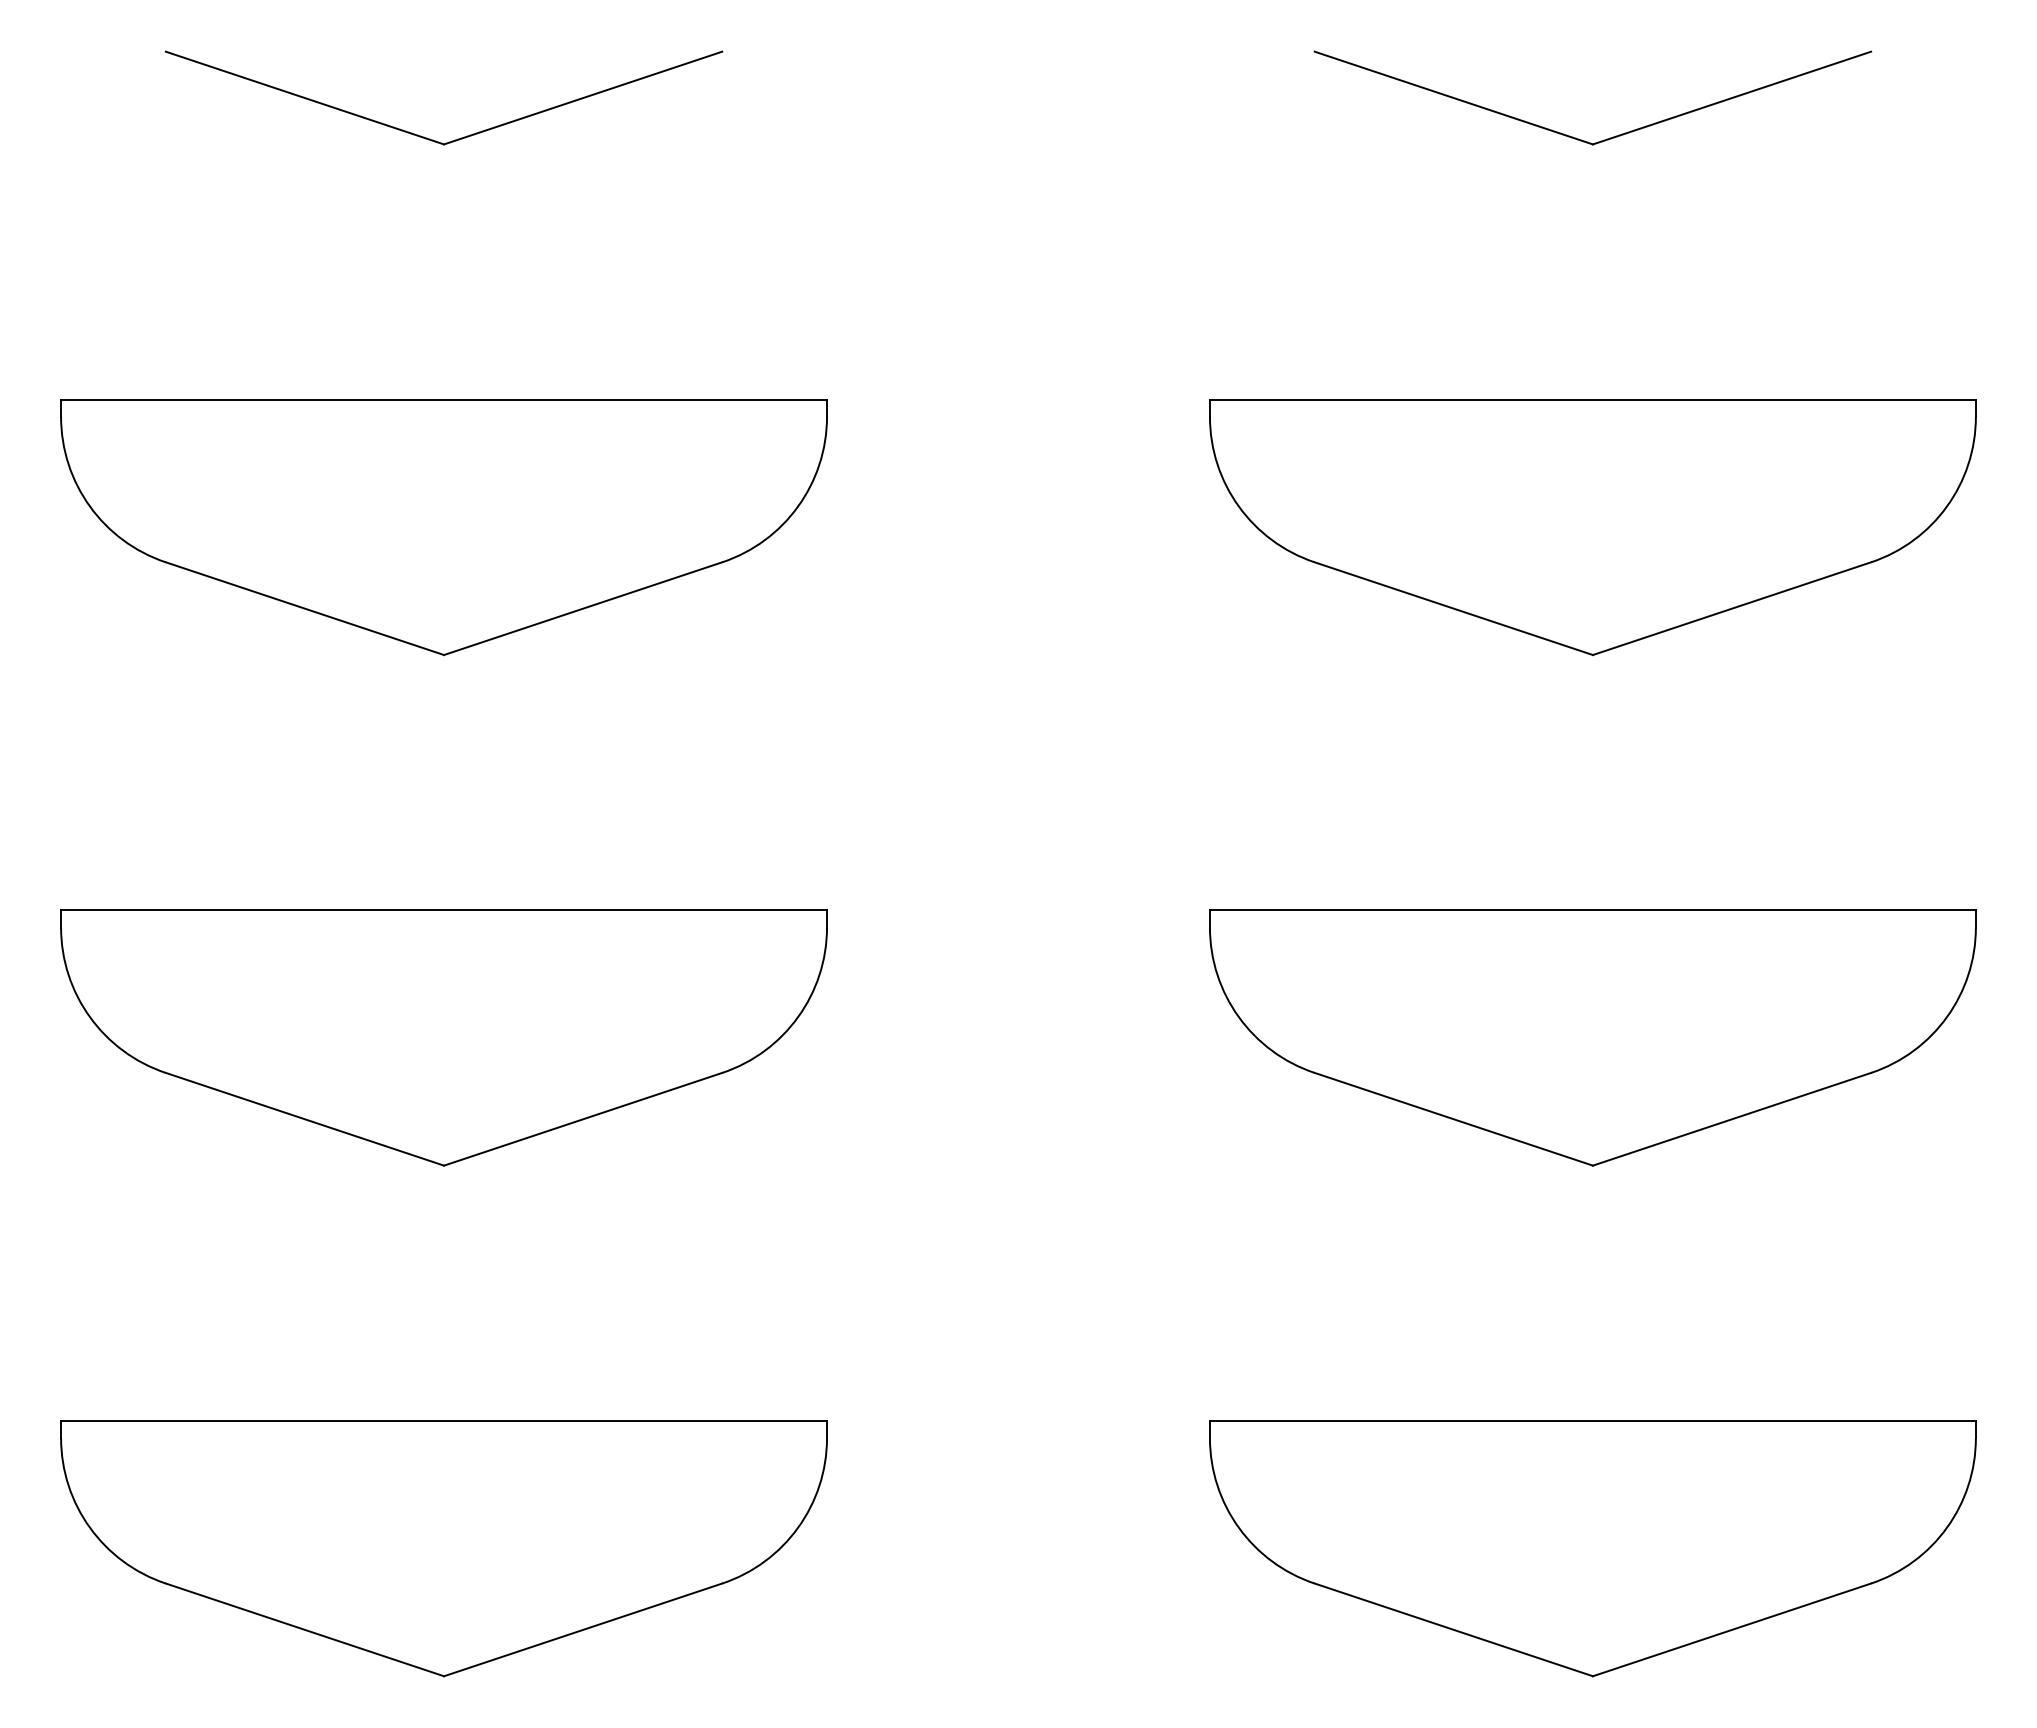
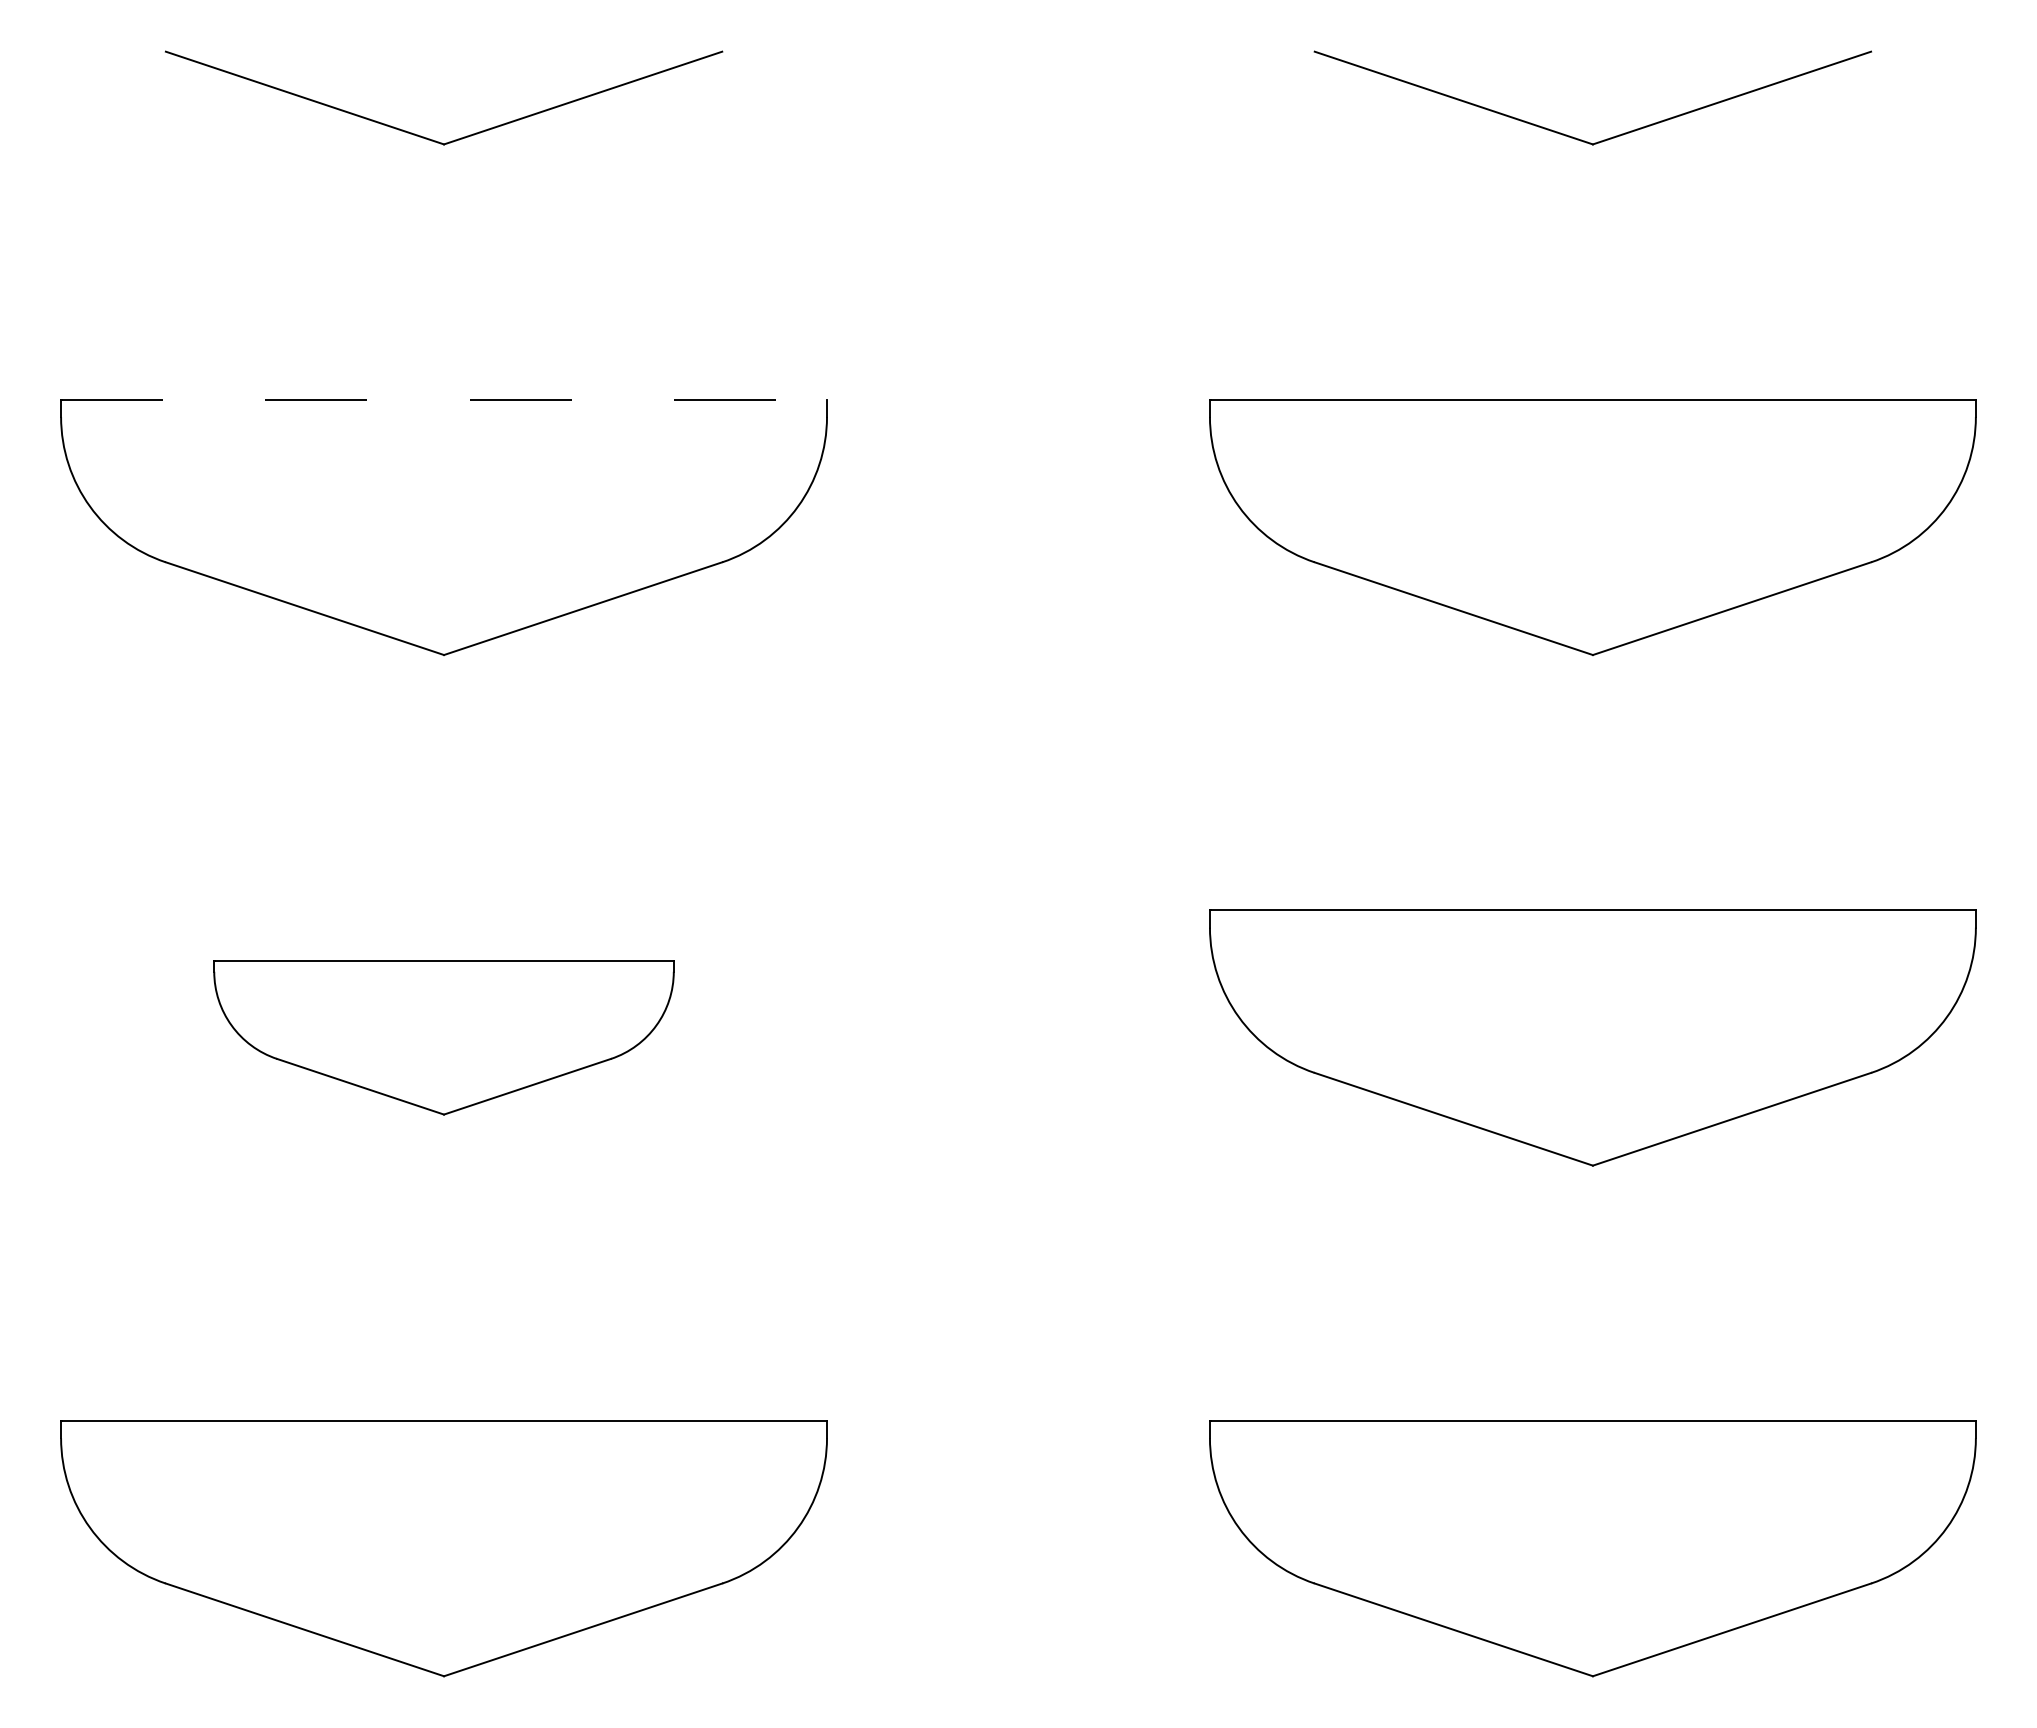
line at (444, 399): solid -> dashed
part at (443, 1037) size: 768x258 px -> 462x156 px
